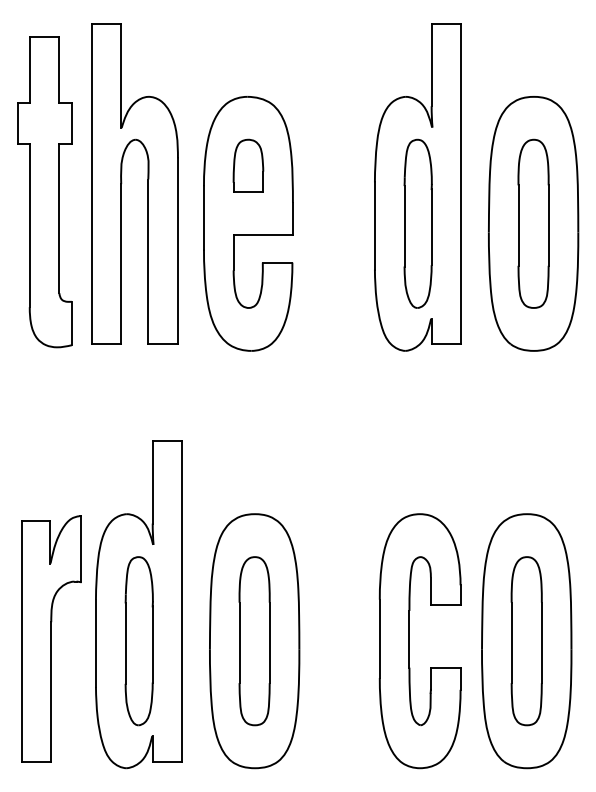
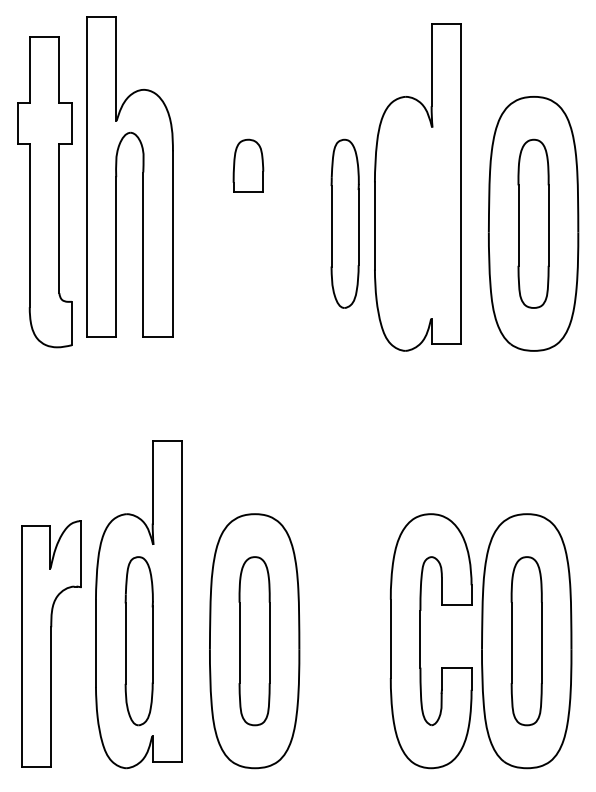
part at (122, 183) position: (122, 183) -> (117, 176)
part at (248, 223): present -> none
part at (417, 223) position: (417, 223) -> (344, 223)
part at (51, 638) position: (51, 638) -> (51, 643)
part at (409, 641) position: (409, 641) -> (420, 641)
